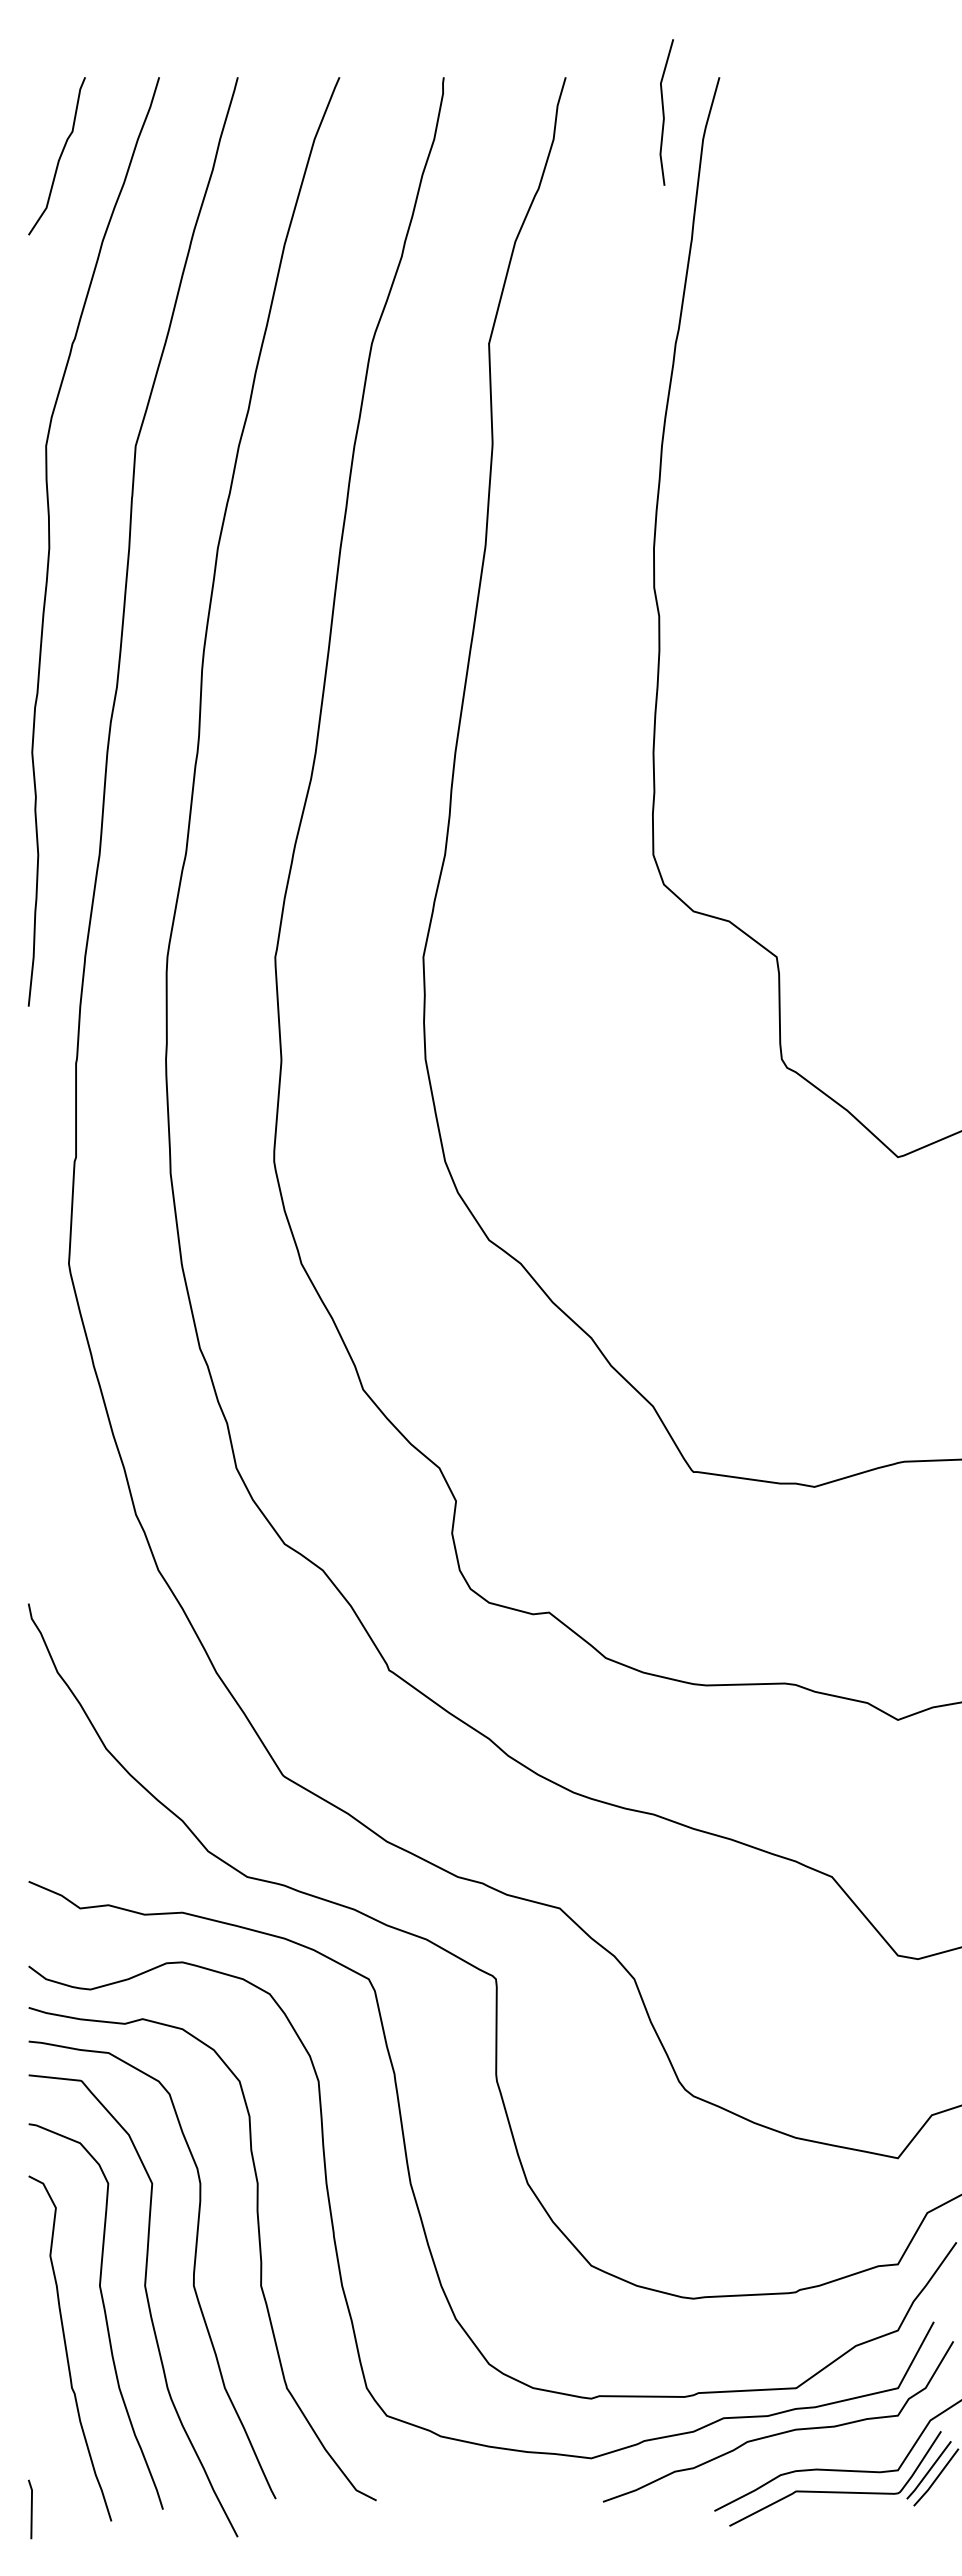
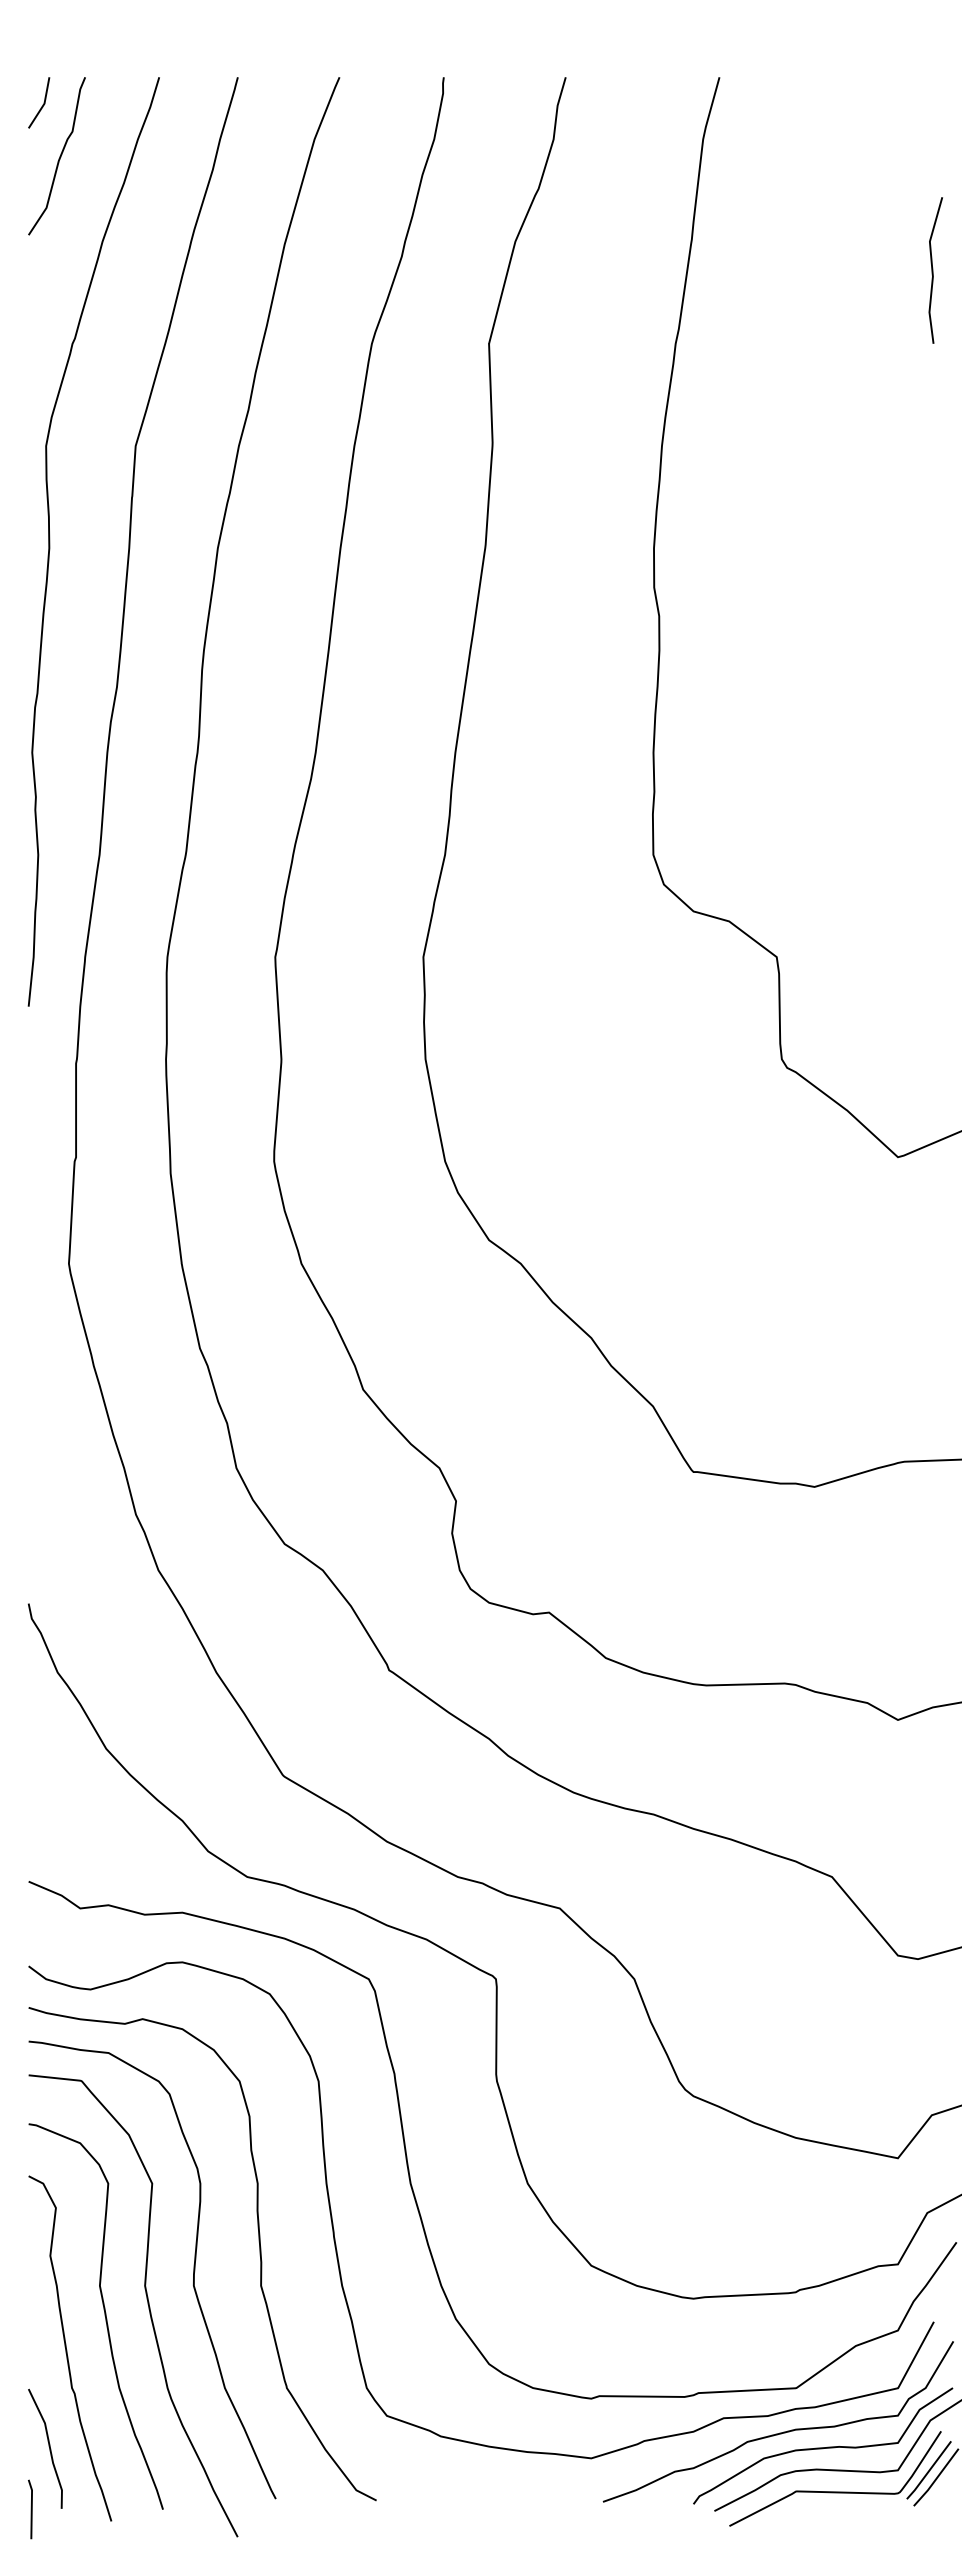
line at (42, 104): none -> present
line at (664, 112) position: (664, 112) -> (933, 270)
line at (48, 2446): none -> present
curve at (823, 2447): none -> present
